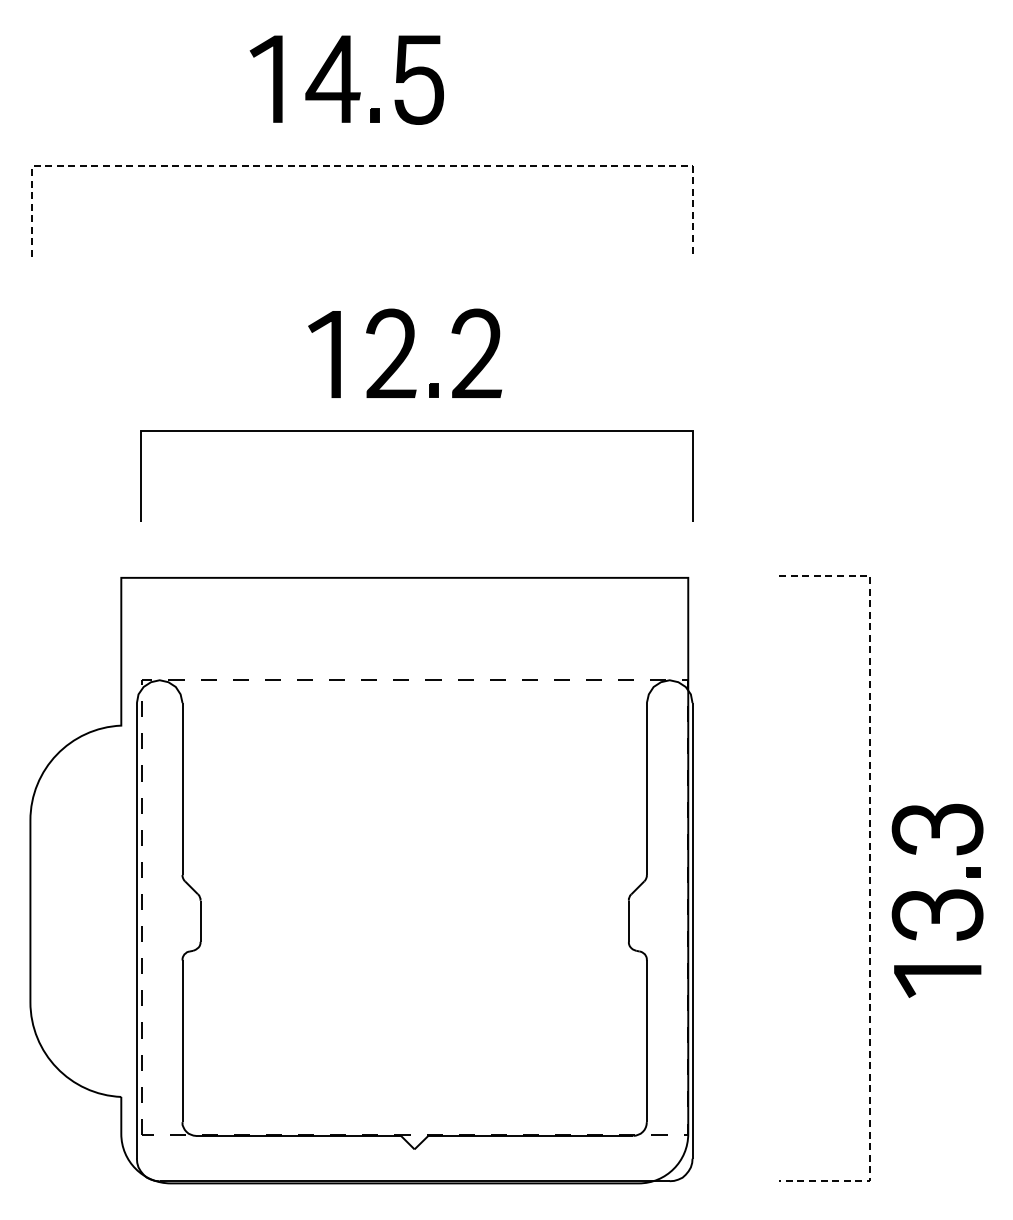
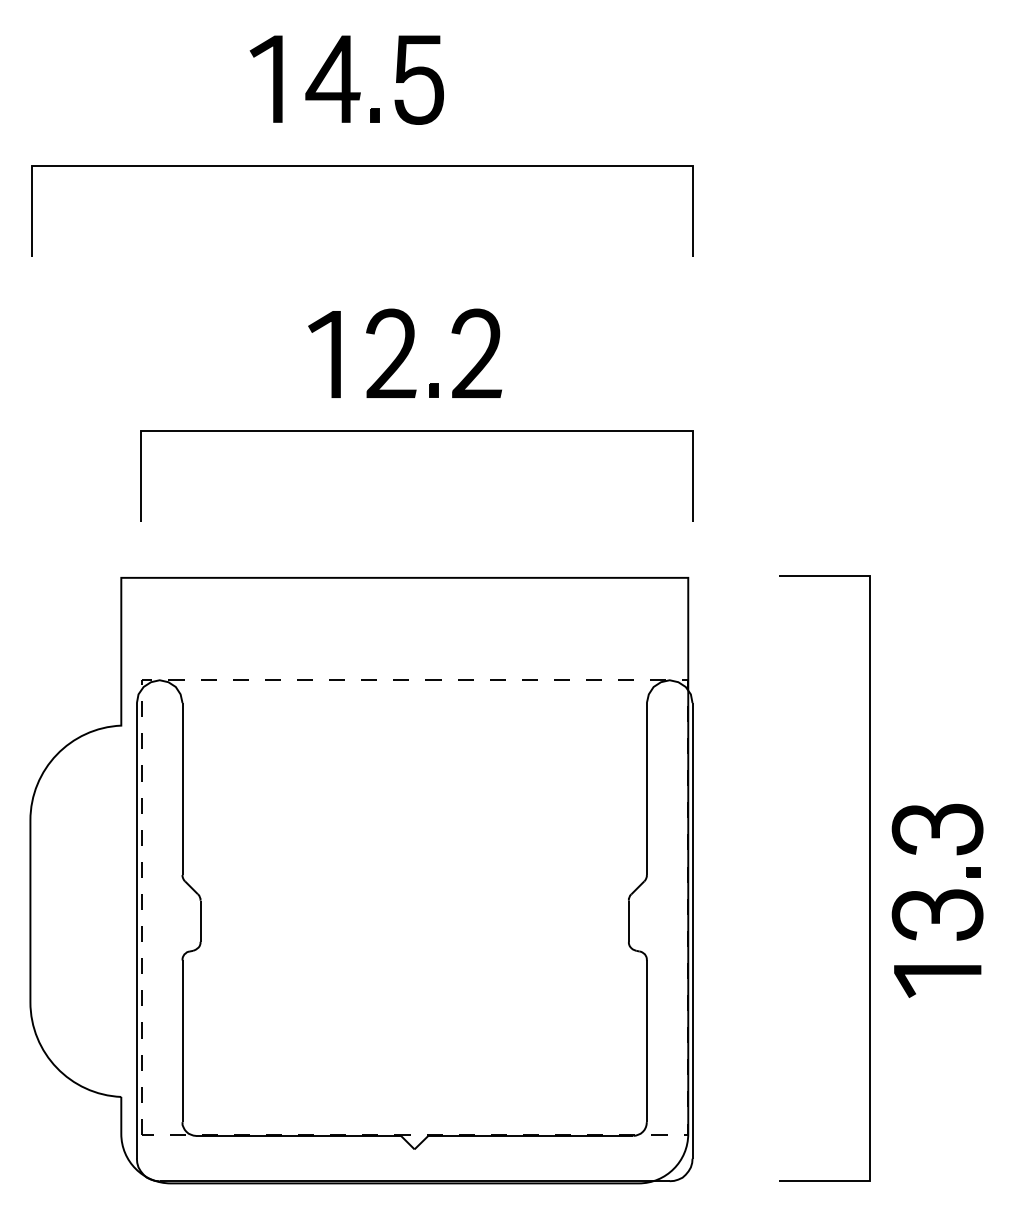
line at (362, 165): dashed -> solid
line at (870, 878): dashed -> solid
